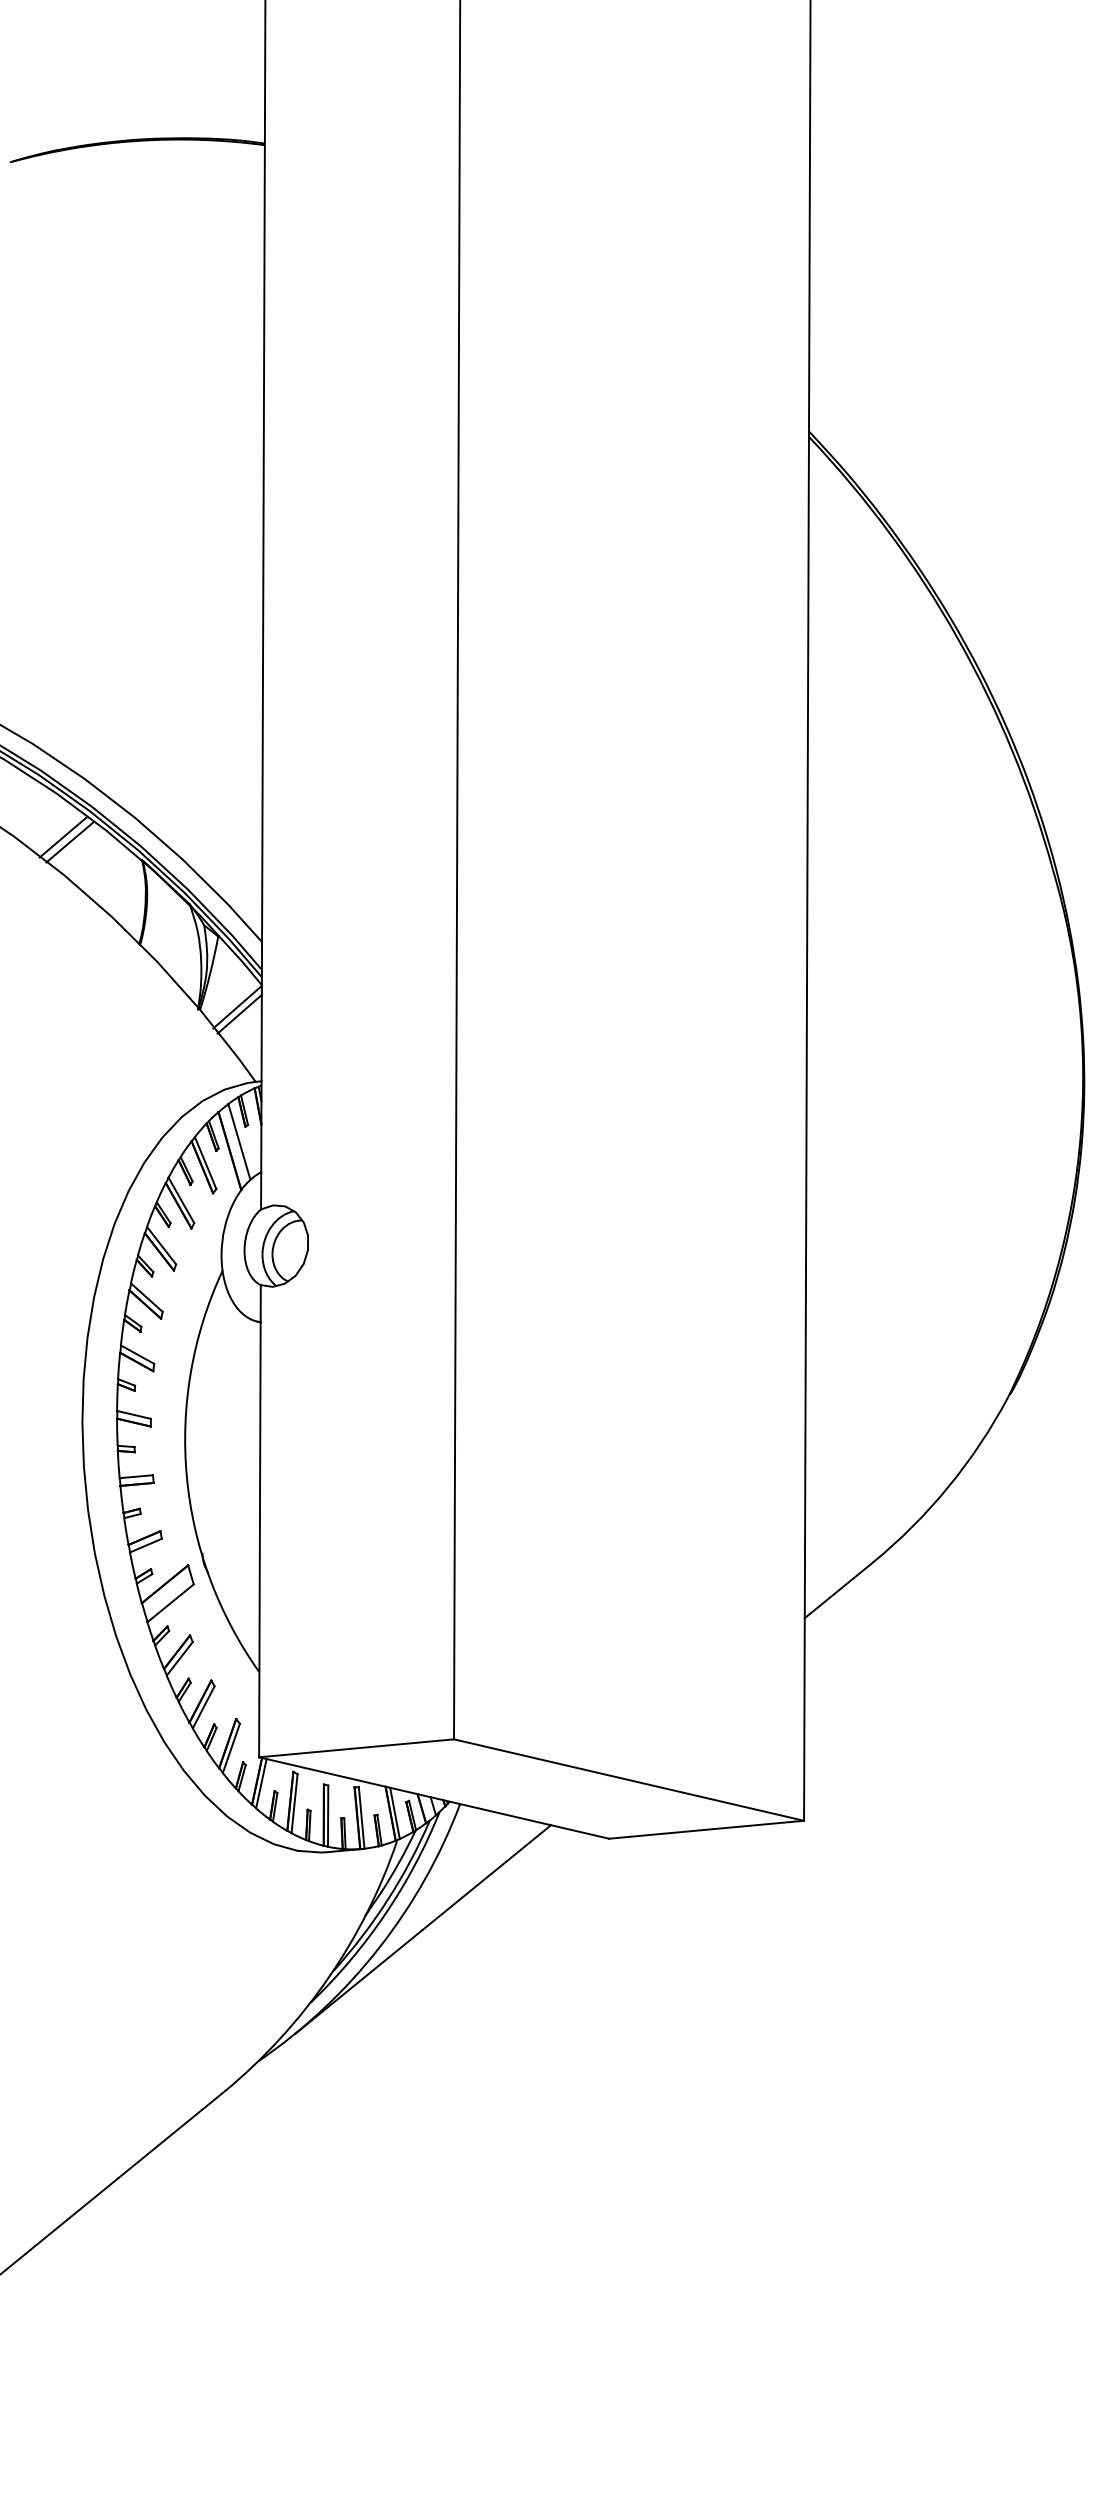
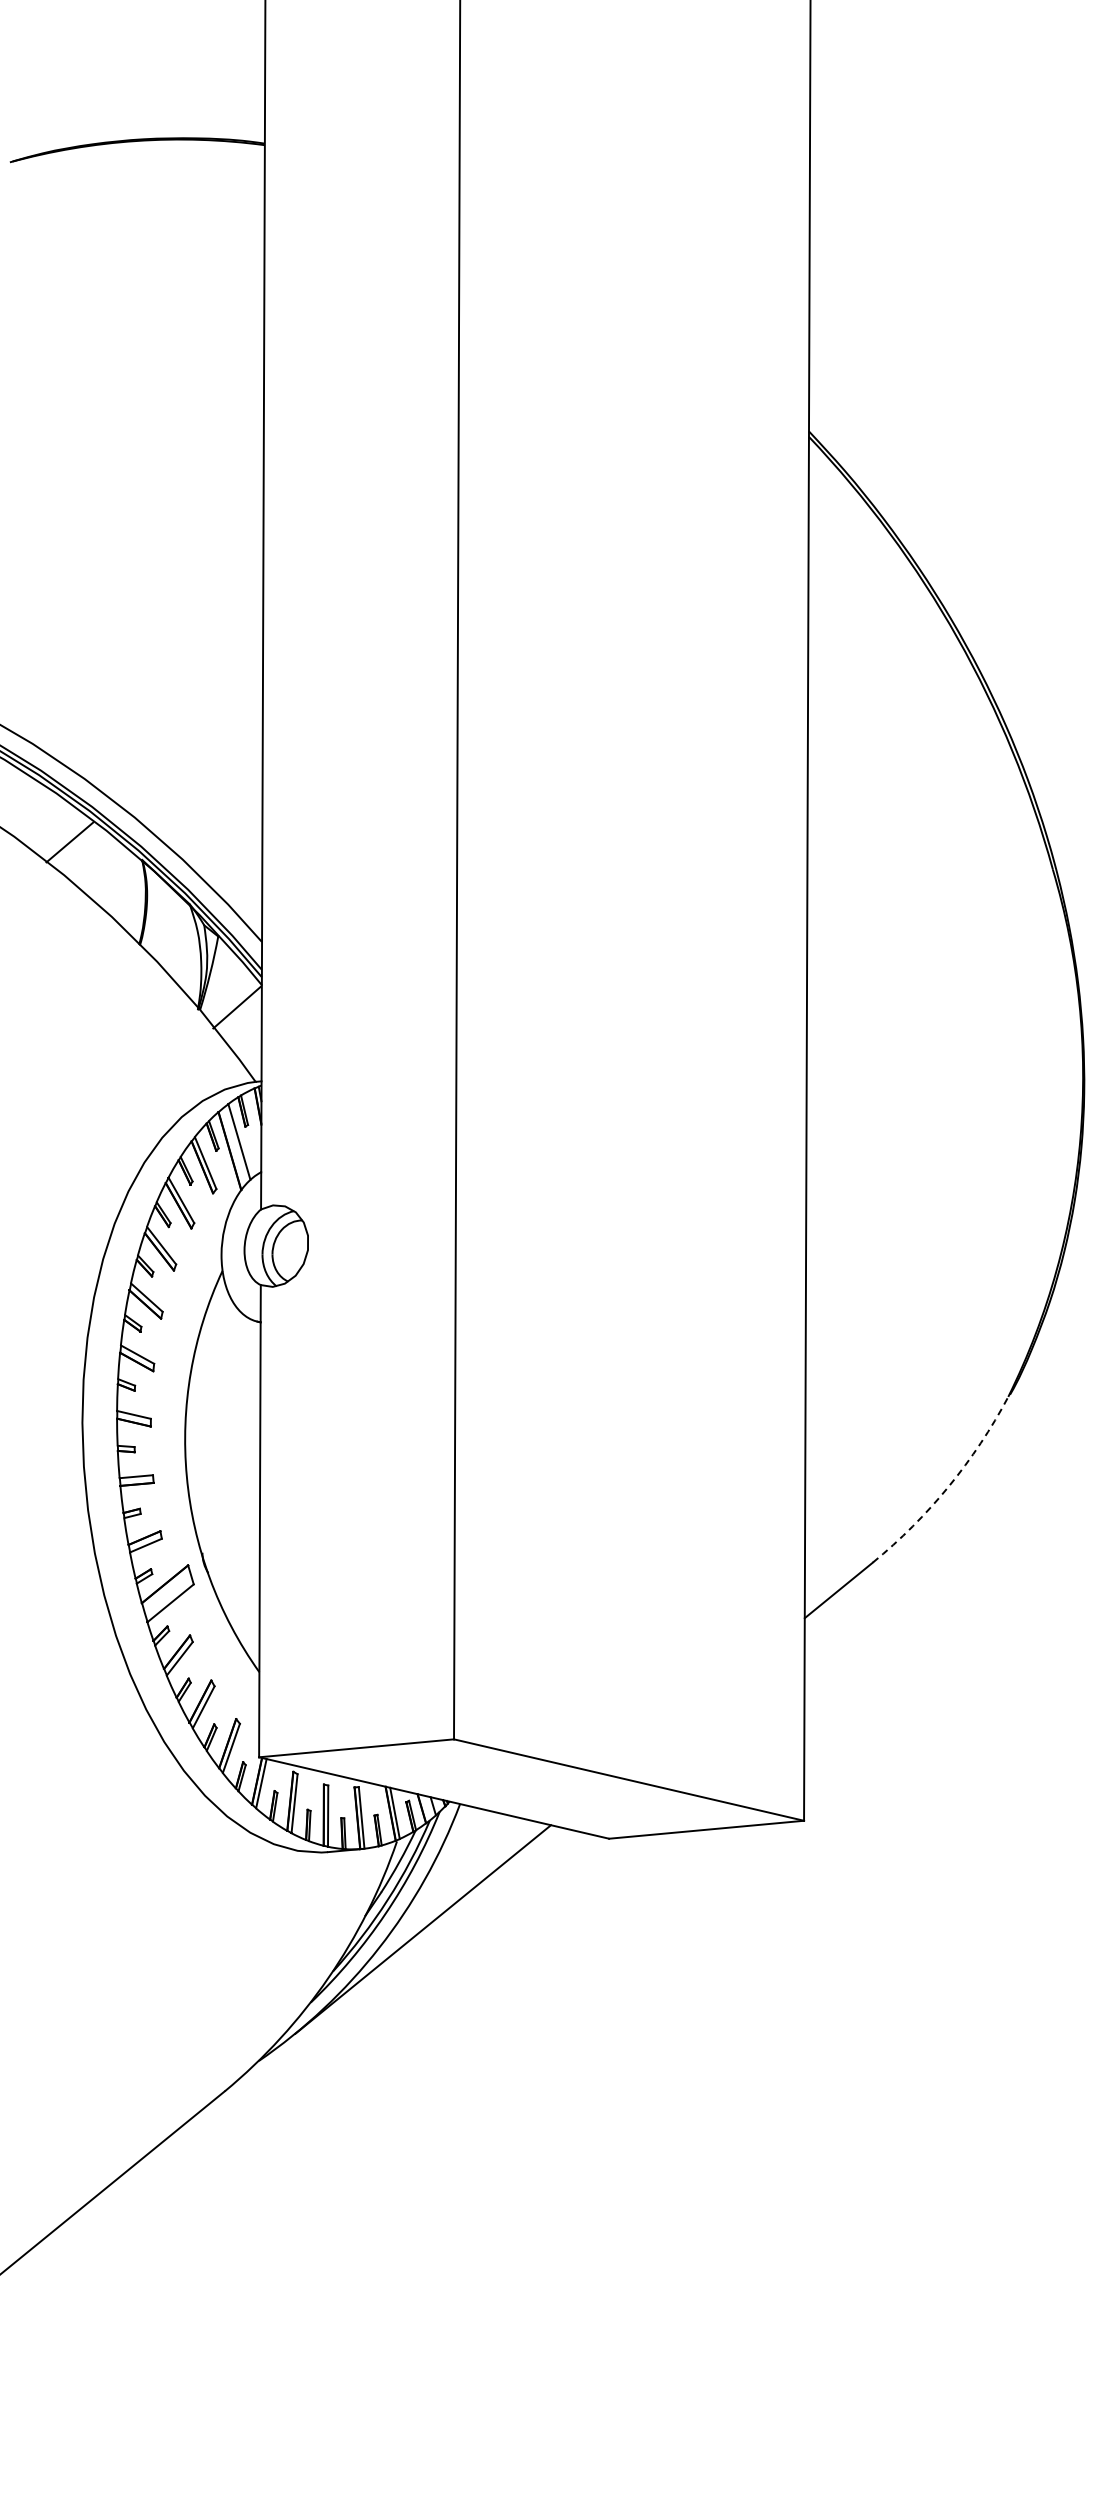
line at (62, 837): present -> none
line at (239, 1013): present -> none
arc at (948, 1486): solid -> dashed
